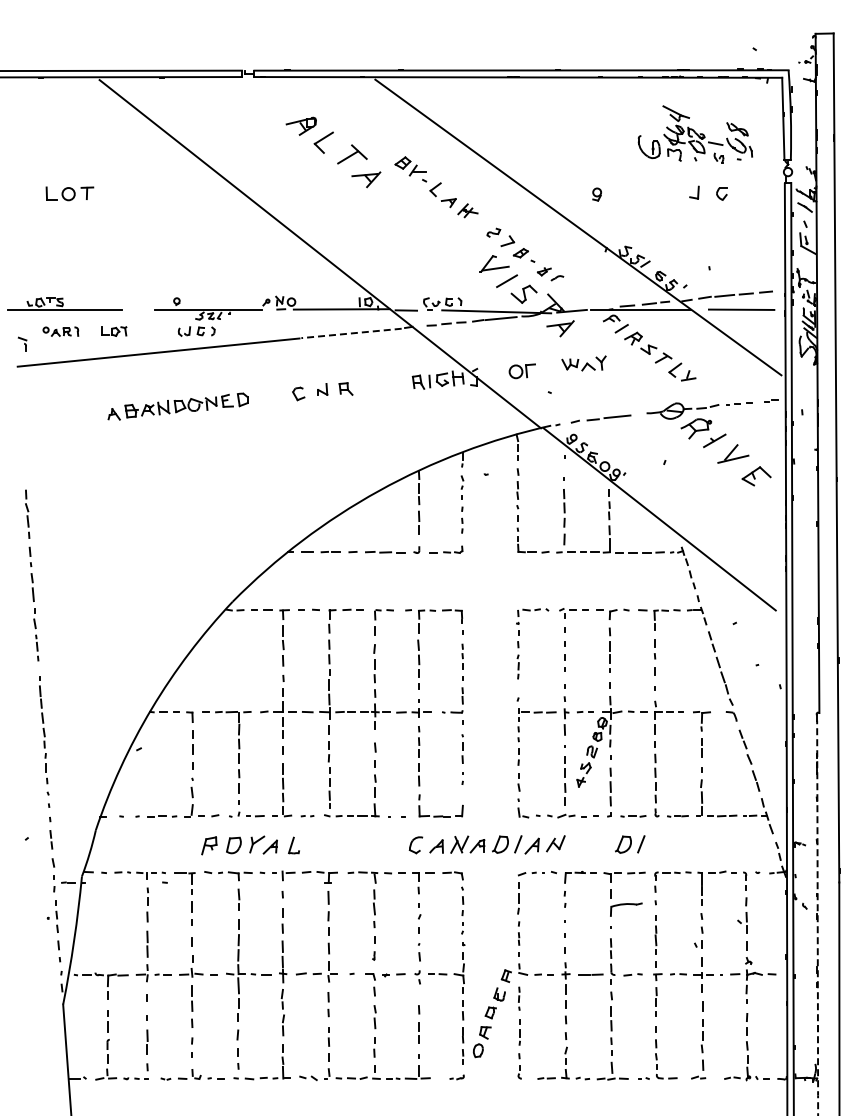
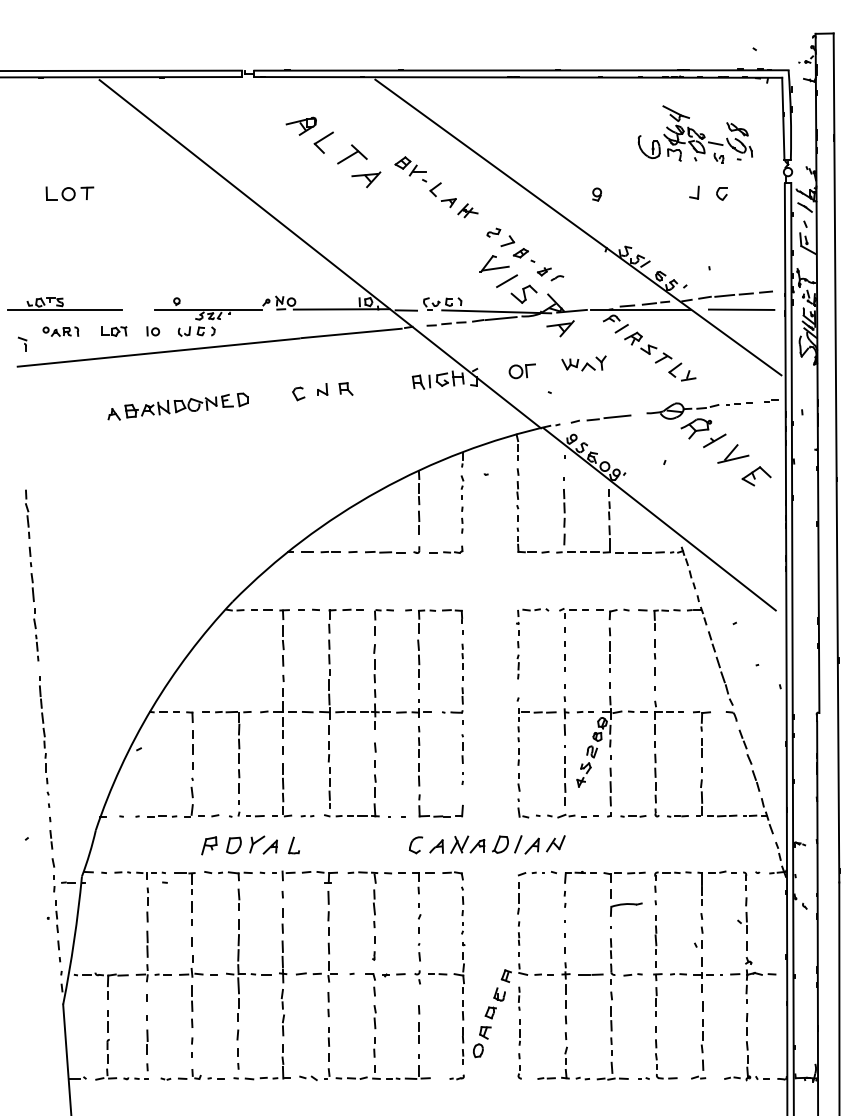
part at (153, 331): none -> present
line at (351, 333): dashed -> solid
part at (630, 844): present -> none
arc at (817, 918): dashed -> solid
